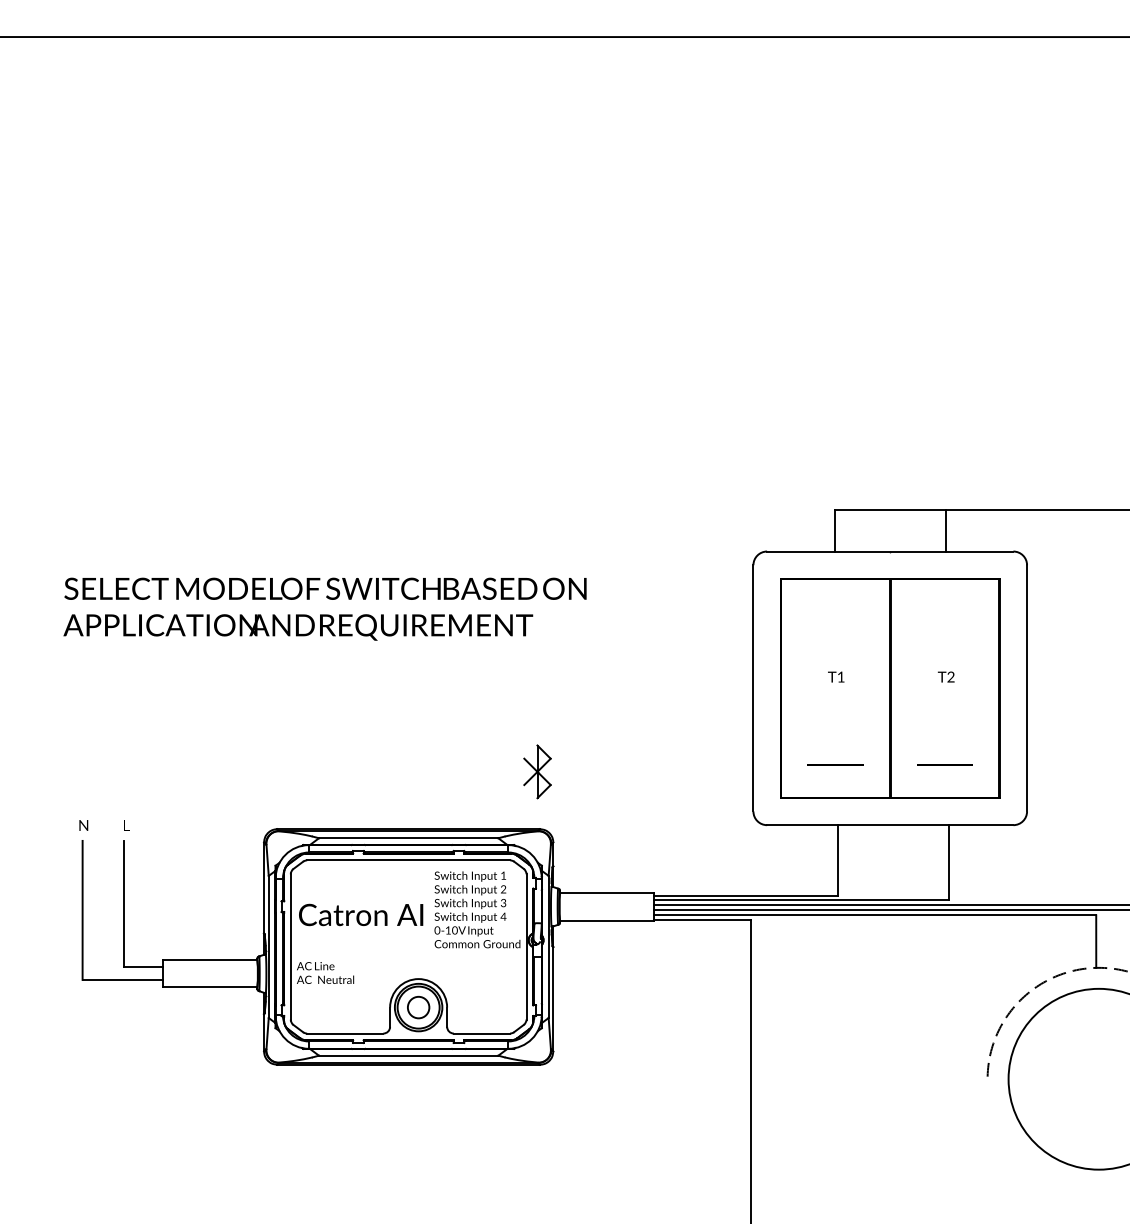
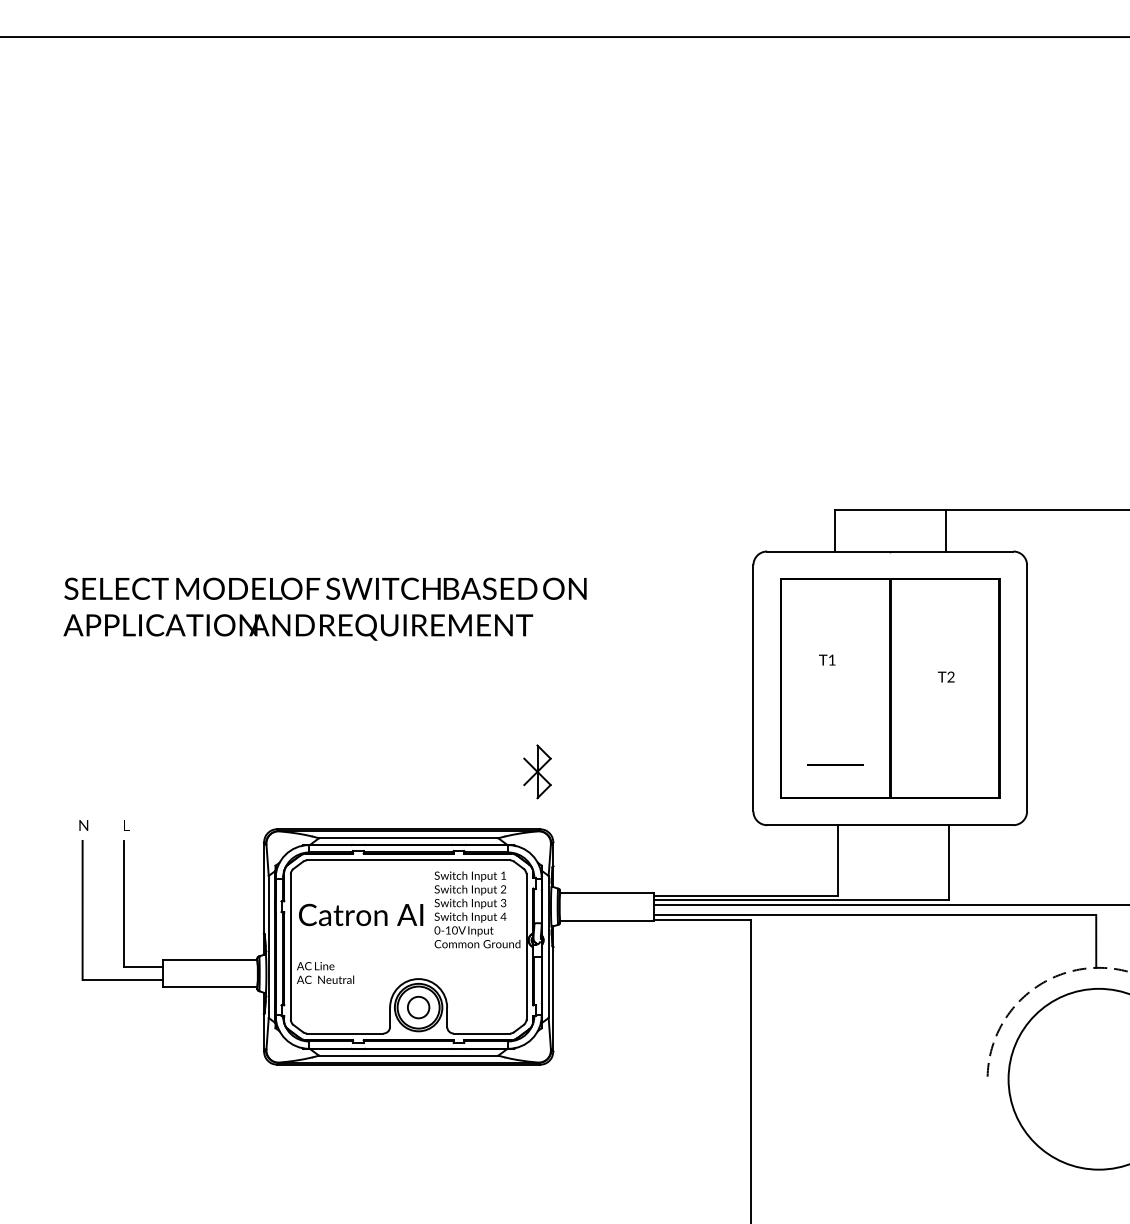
text at (836, 676) position: (836, 676) -> (827, 659)
line at (944, 764): present -> none
line at (890, 910): present -> none
